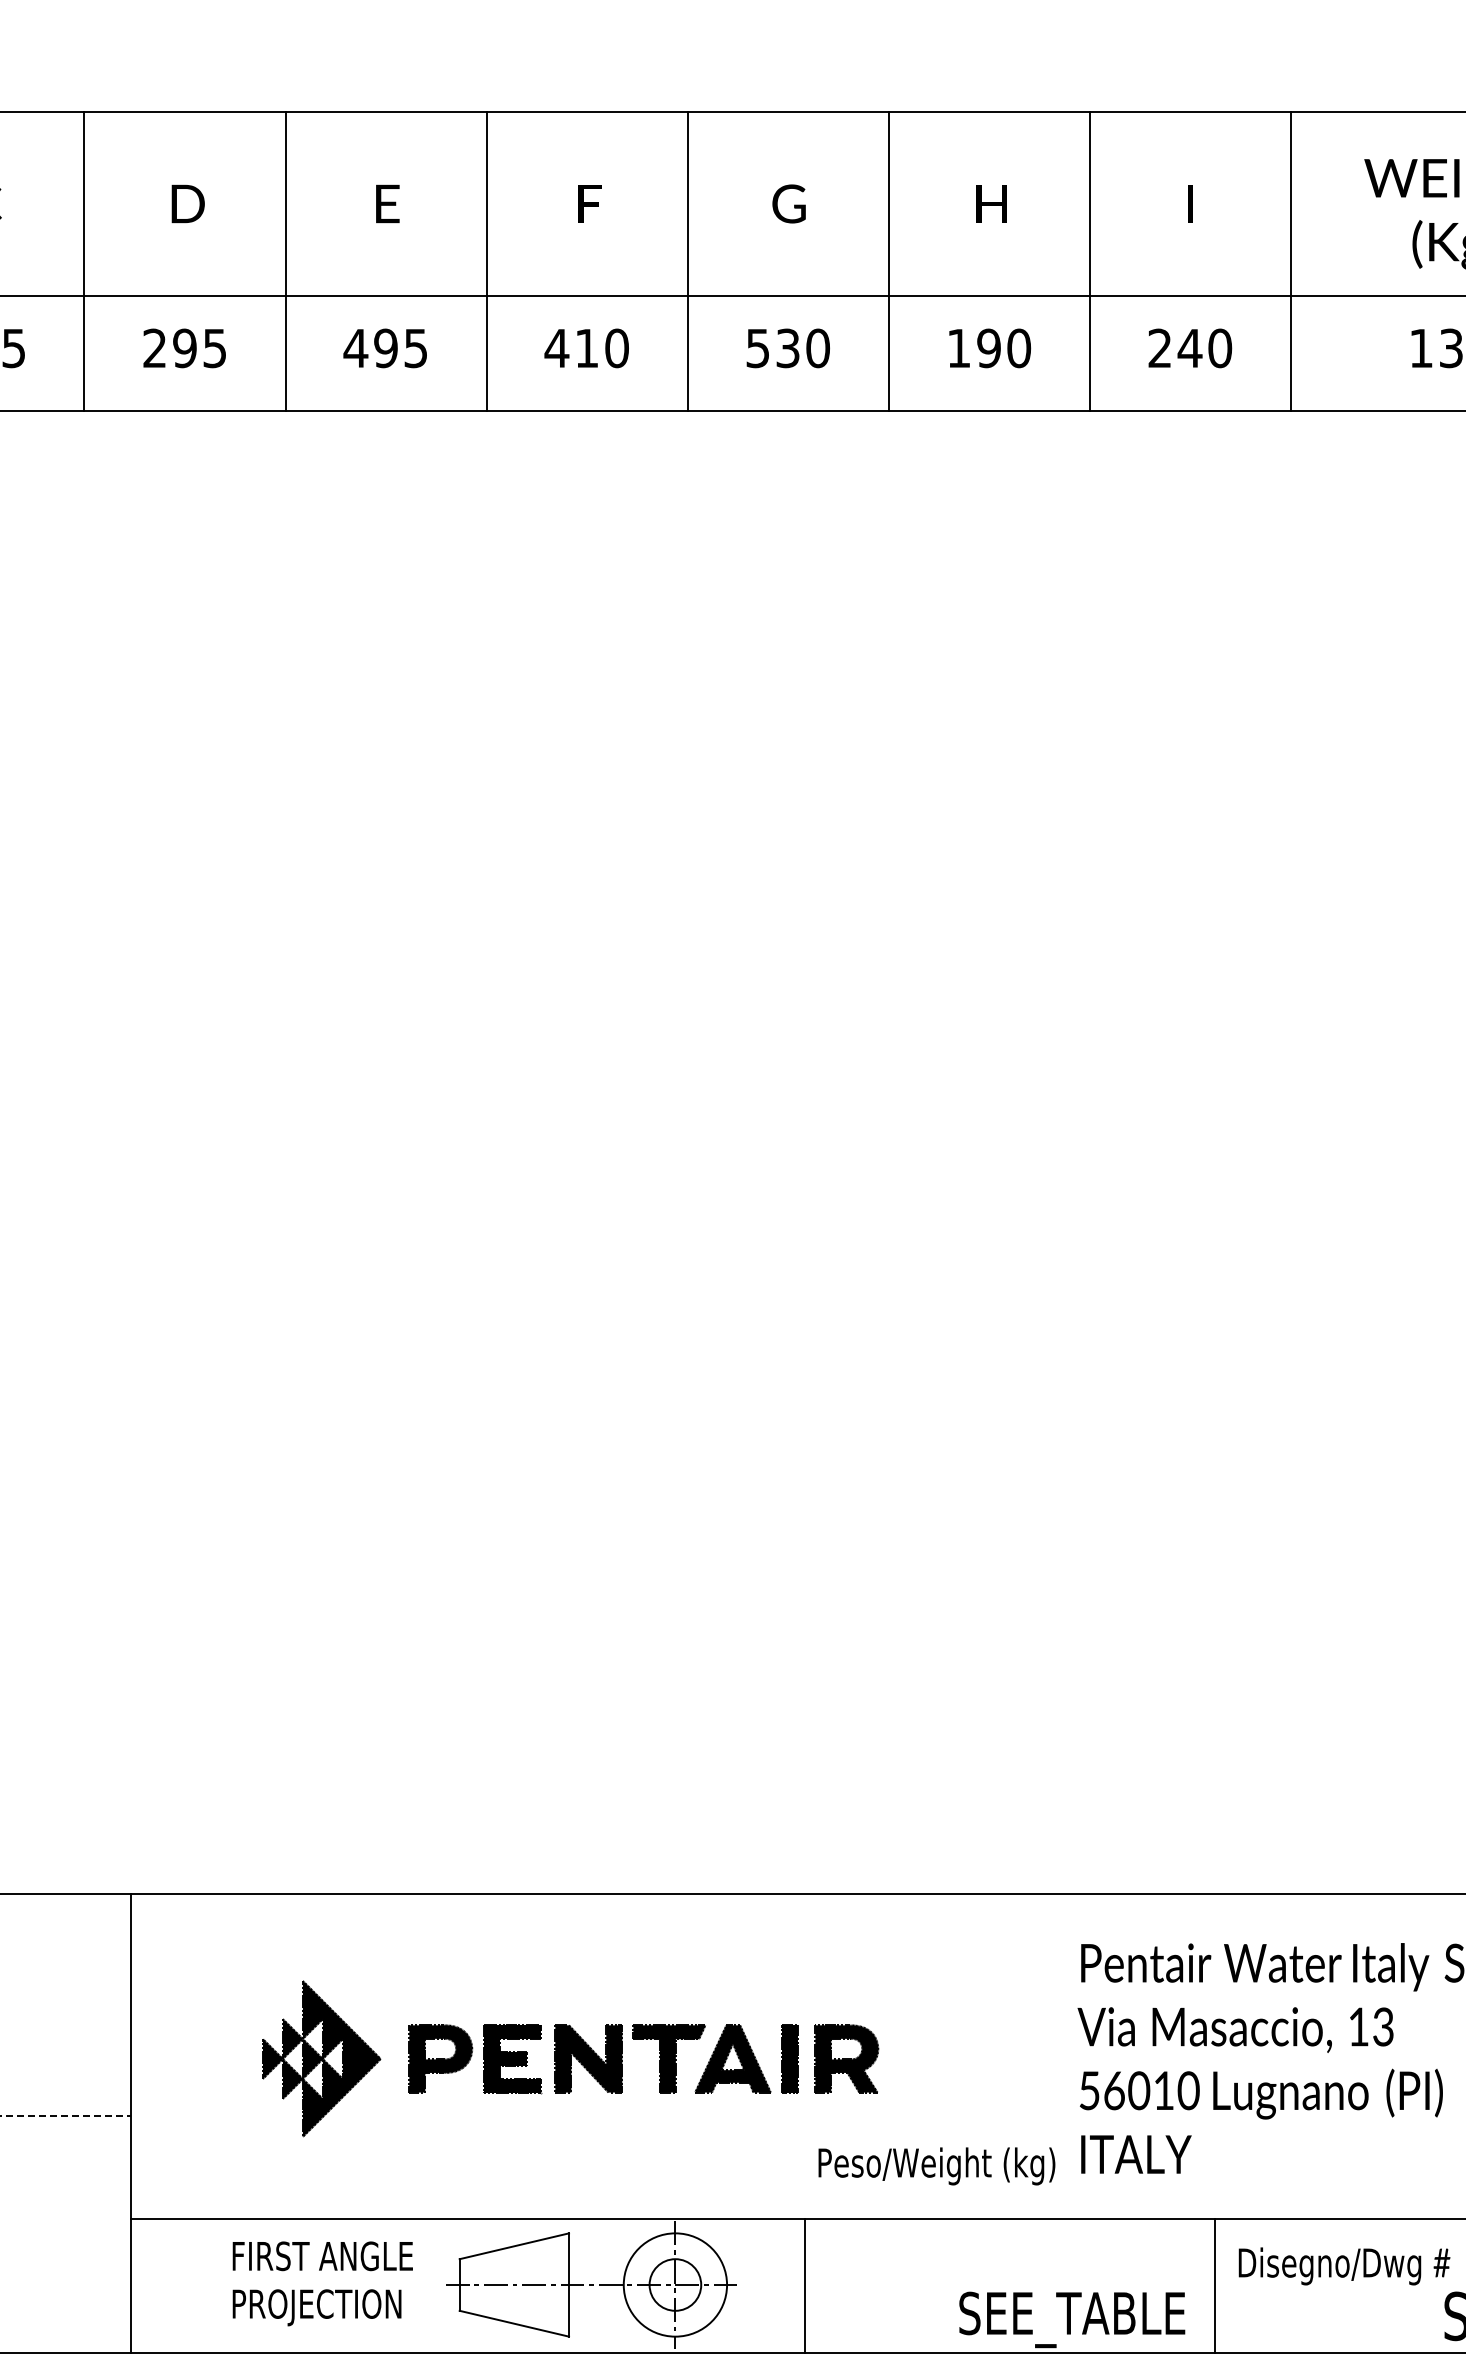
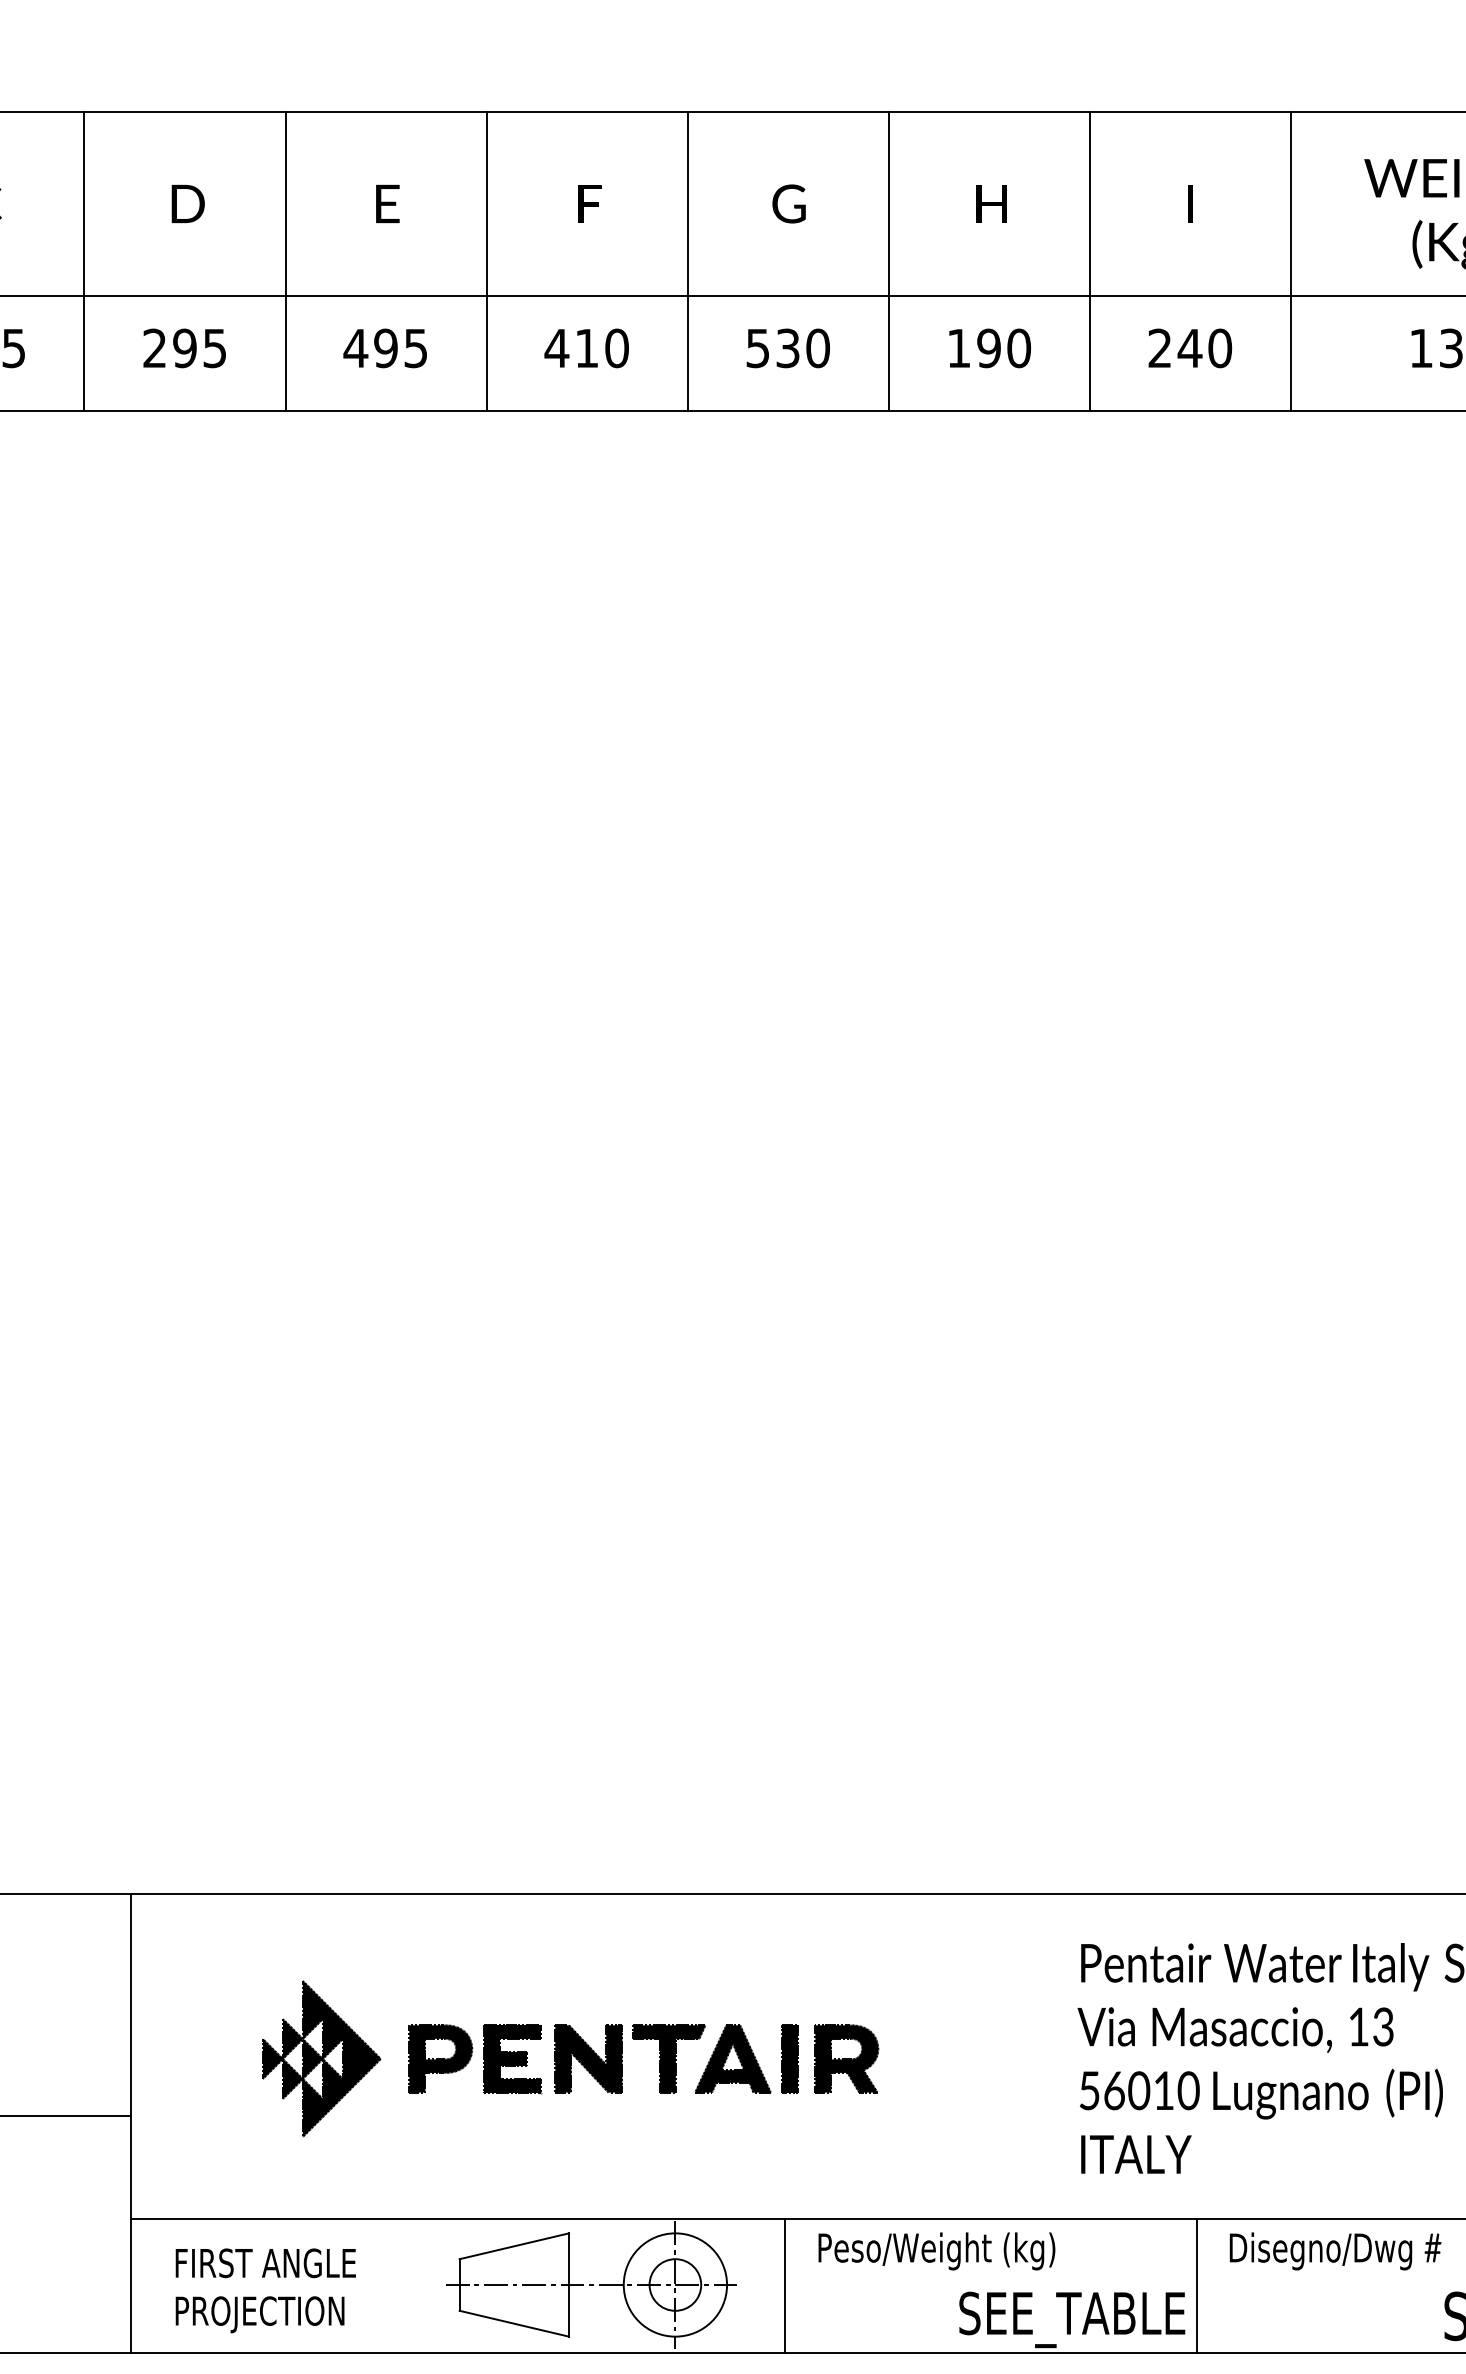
line at (66, 2116): dashed -> solid
text at (936, 2166) position: (936, 2166) -> (936, 2251)
text at (1344, 2266) position: (1344, 2266) -> (1335, 2251)
text at (322, 2283) position: (322, 2283) -> (265, 2290)
line at (805, 2286) position: (805, 2286) -> (785, 2286)
line at (1214, 2286) position: (1214, 2286) -> (1196, 2286)
